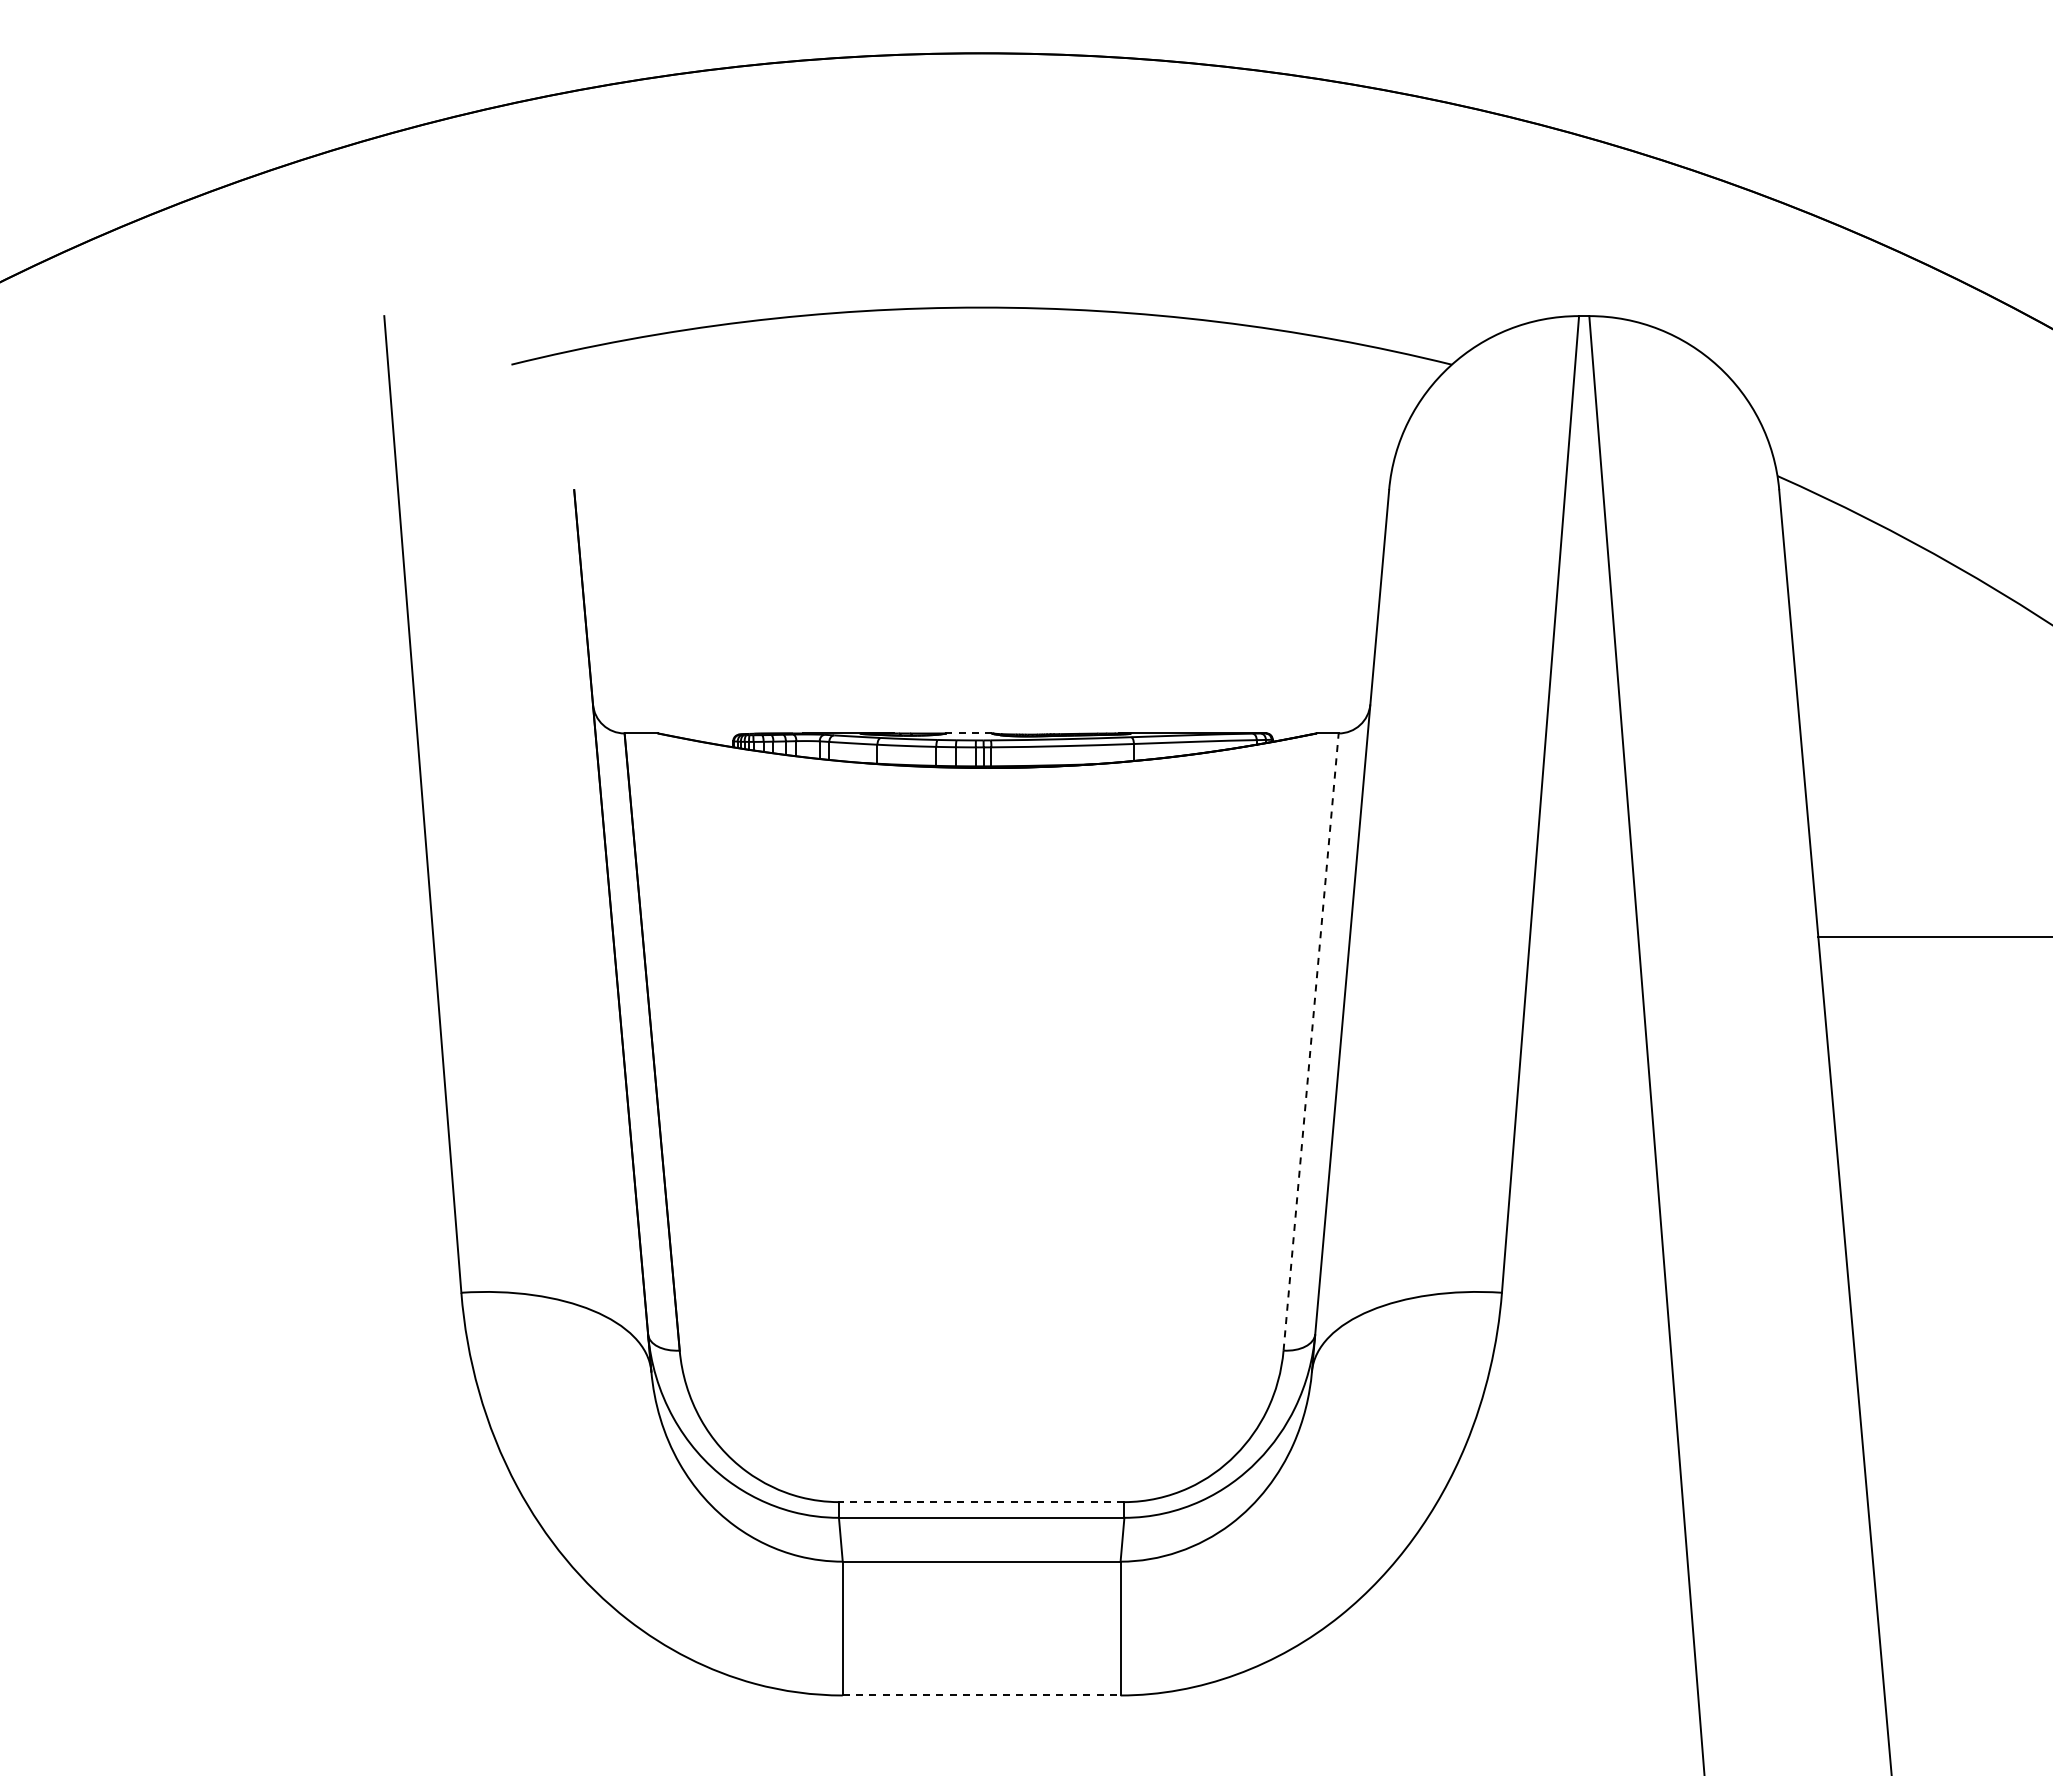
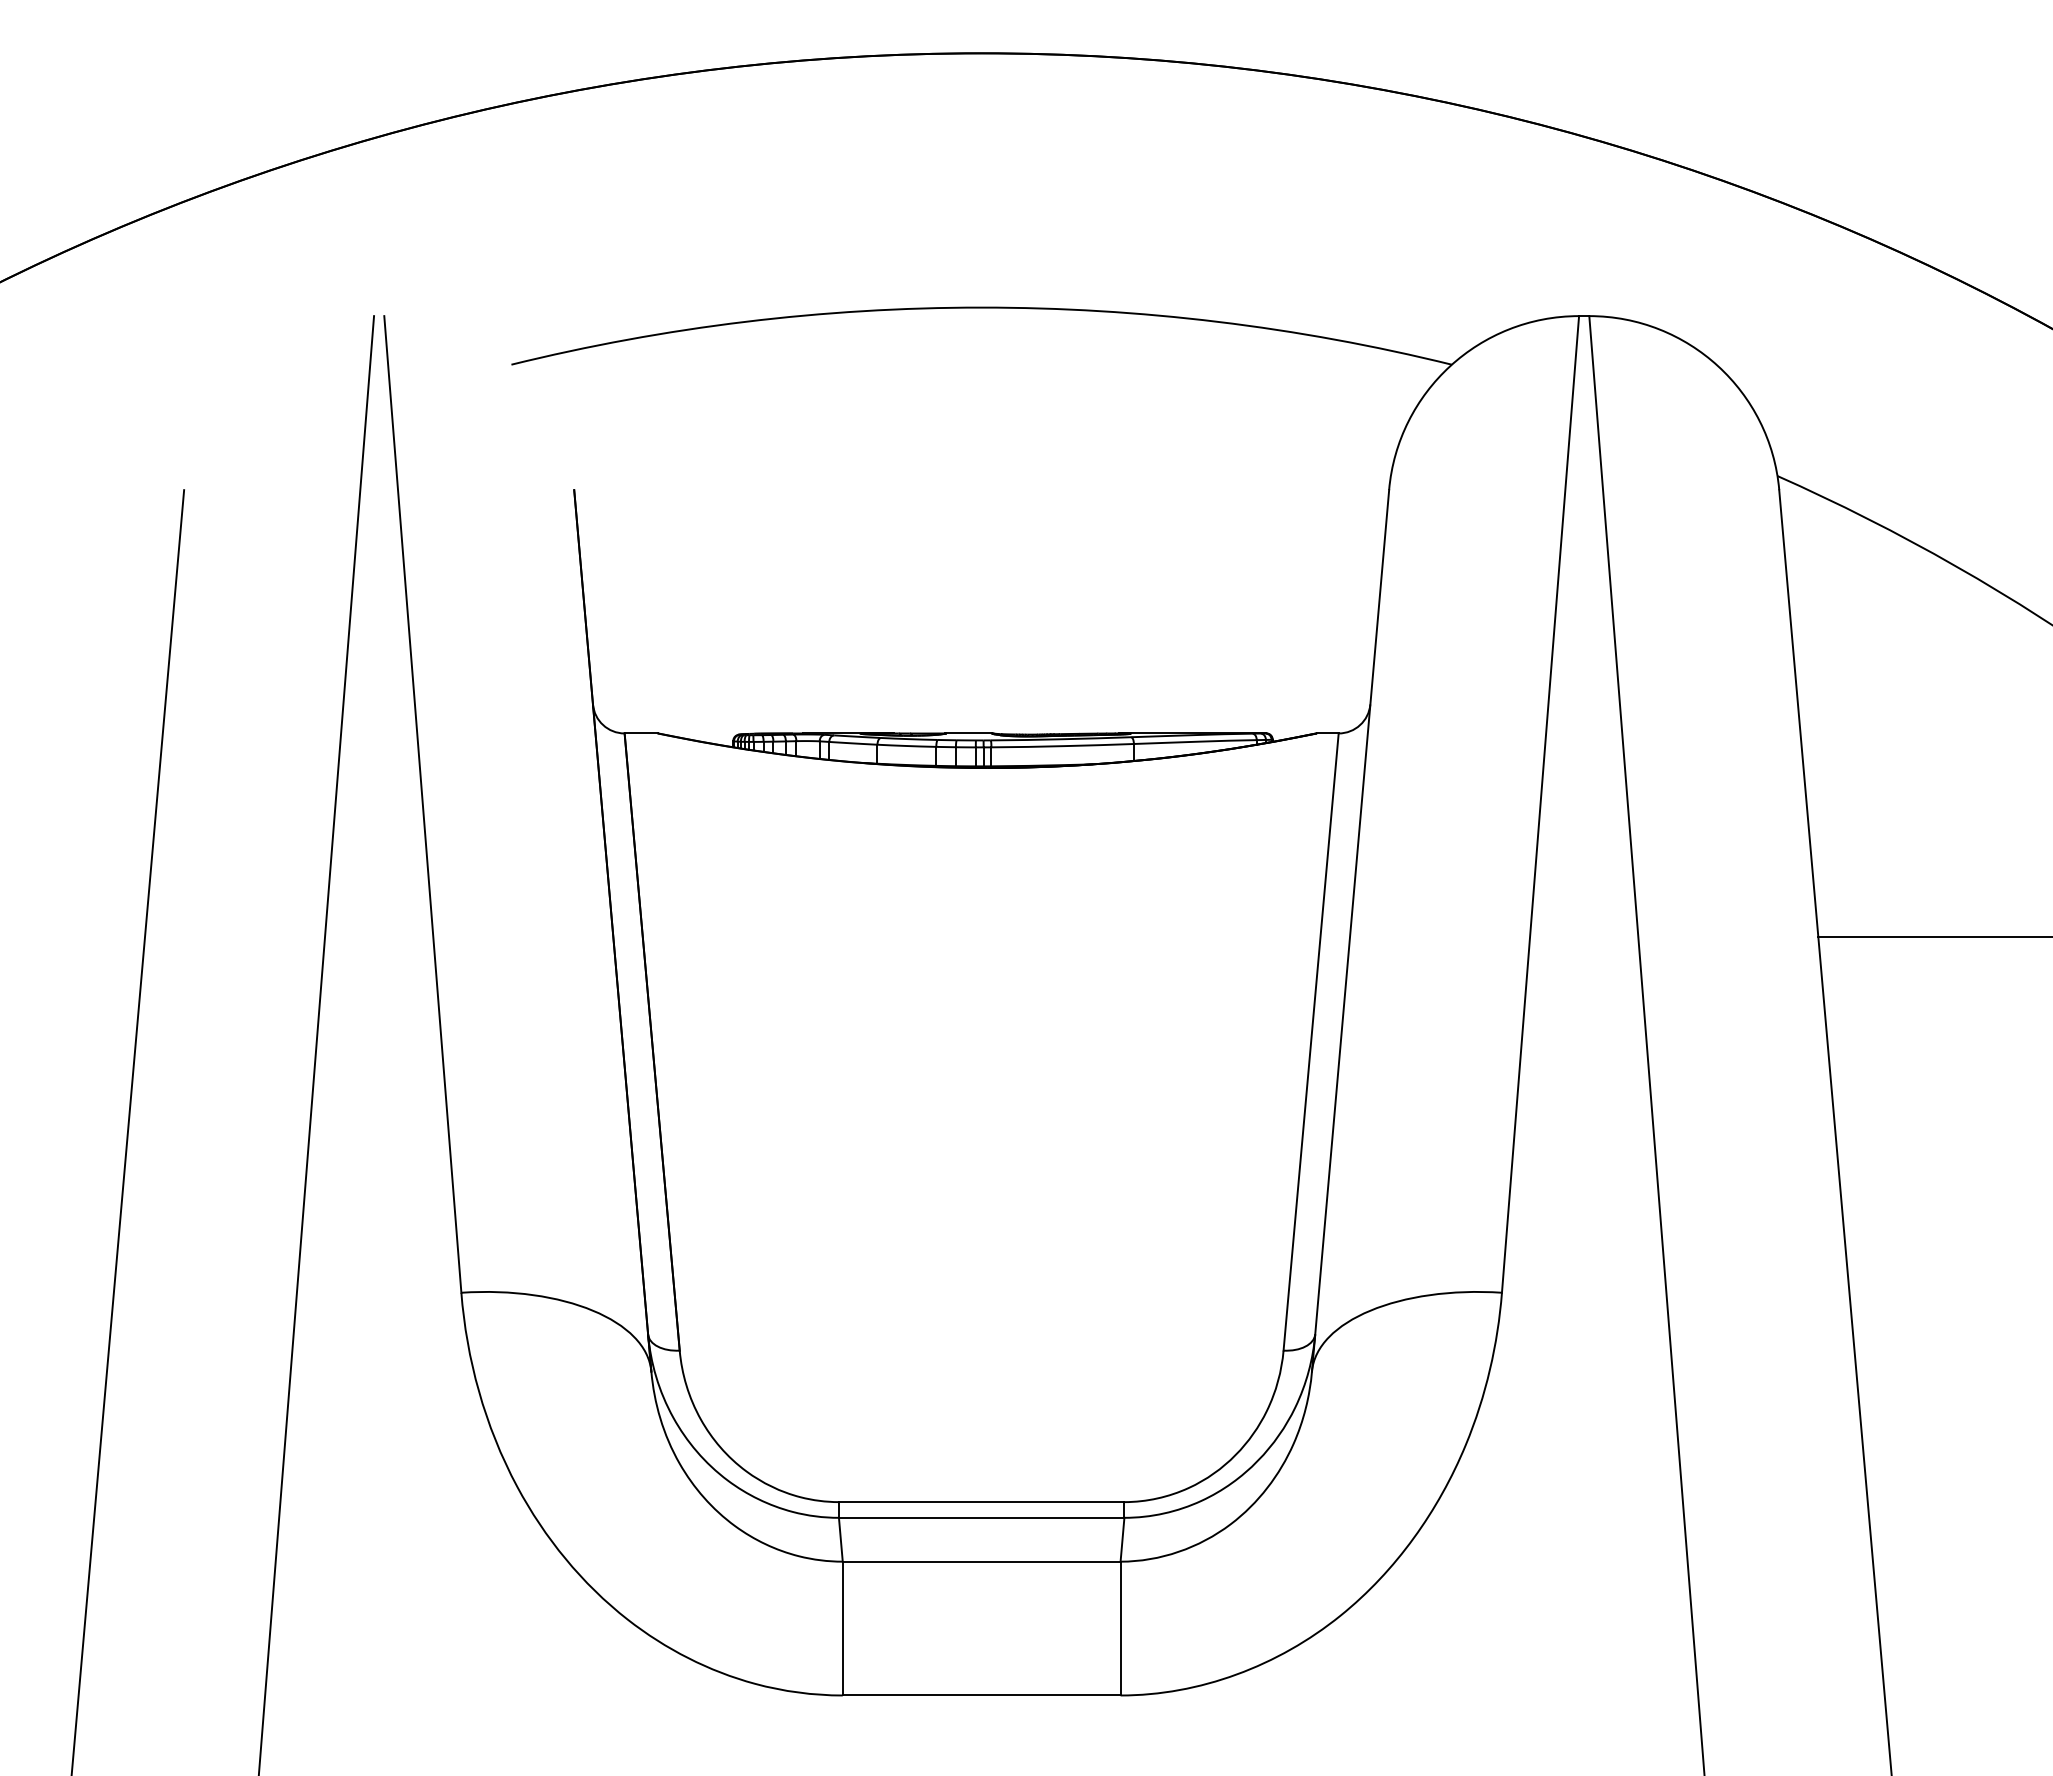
line at (968, 733): dashed -> solid
line at (1311, 1042): dashed -> solid
line at (316, 1044): none -> present
line at (127, 1131): none -> present
line at (981, 1502): dashed -> solid
line at (981, 1695): dashed -> solid
